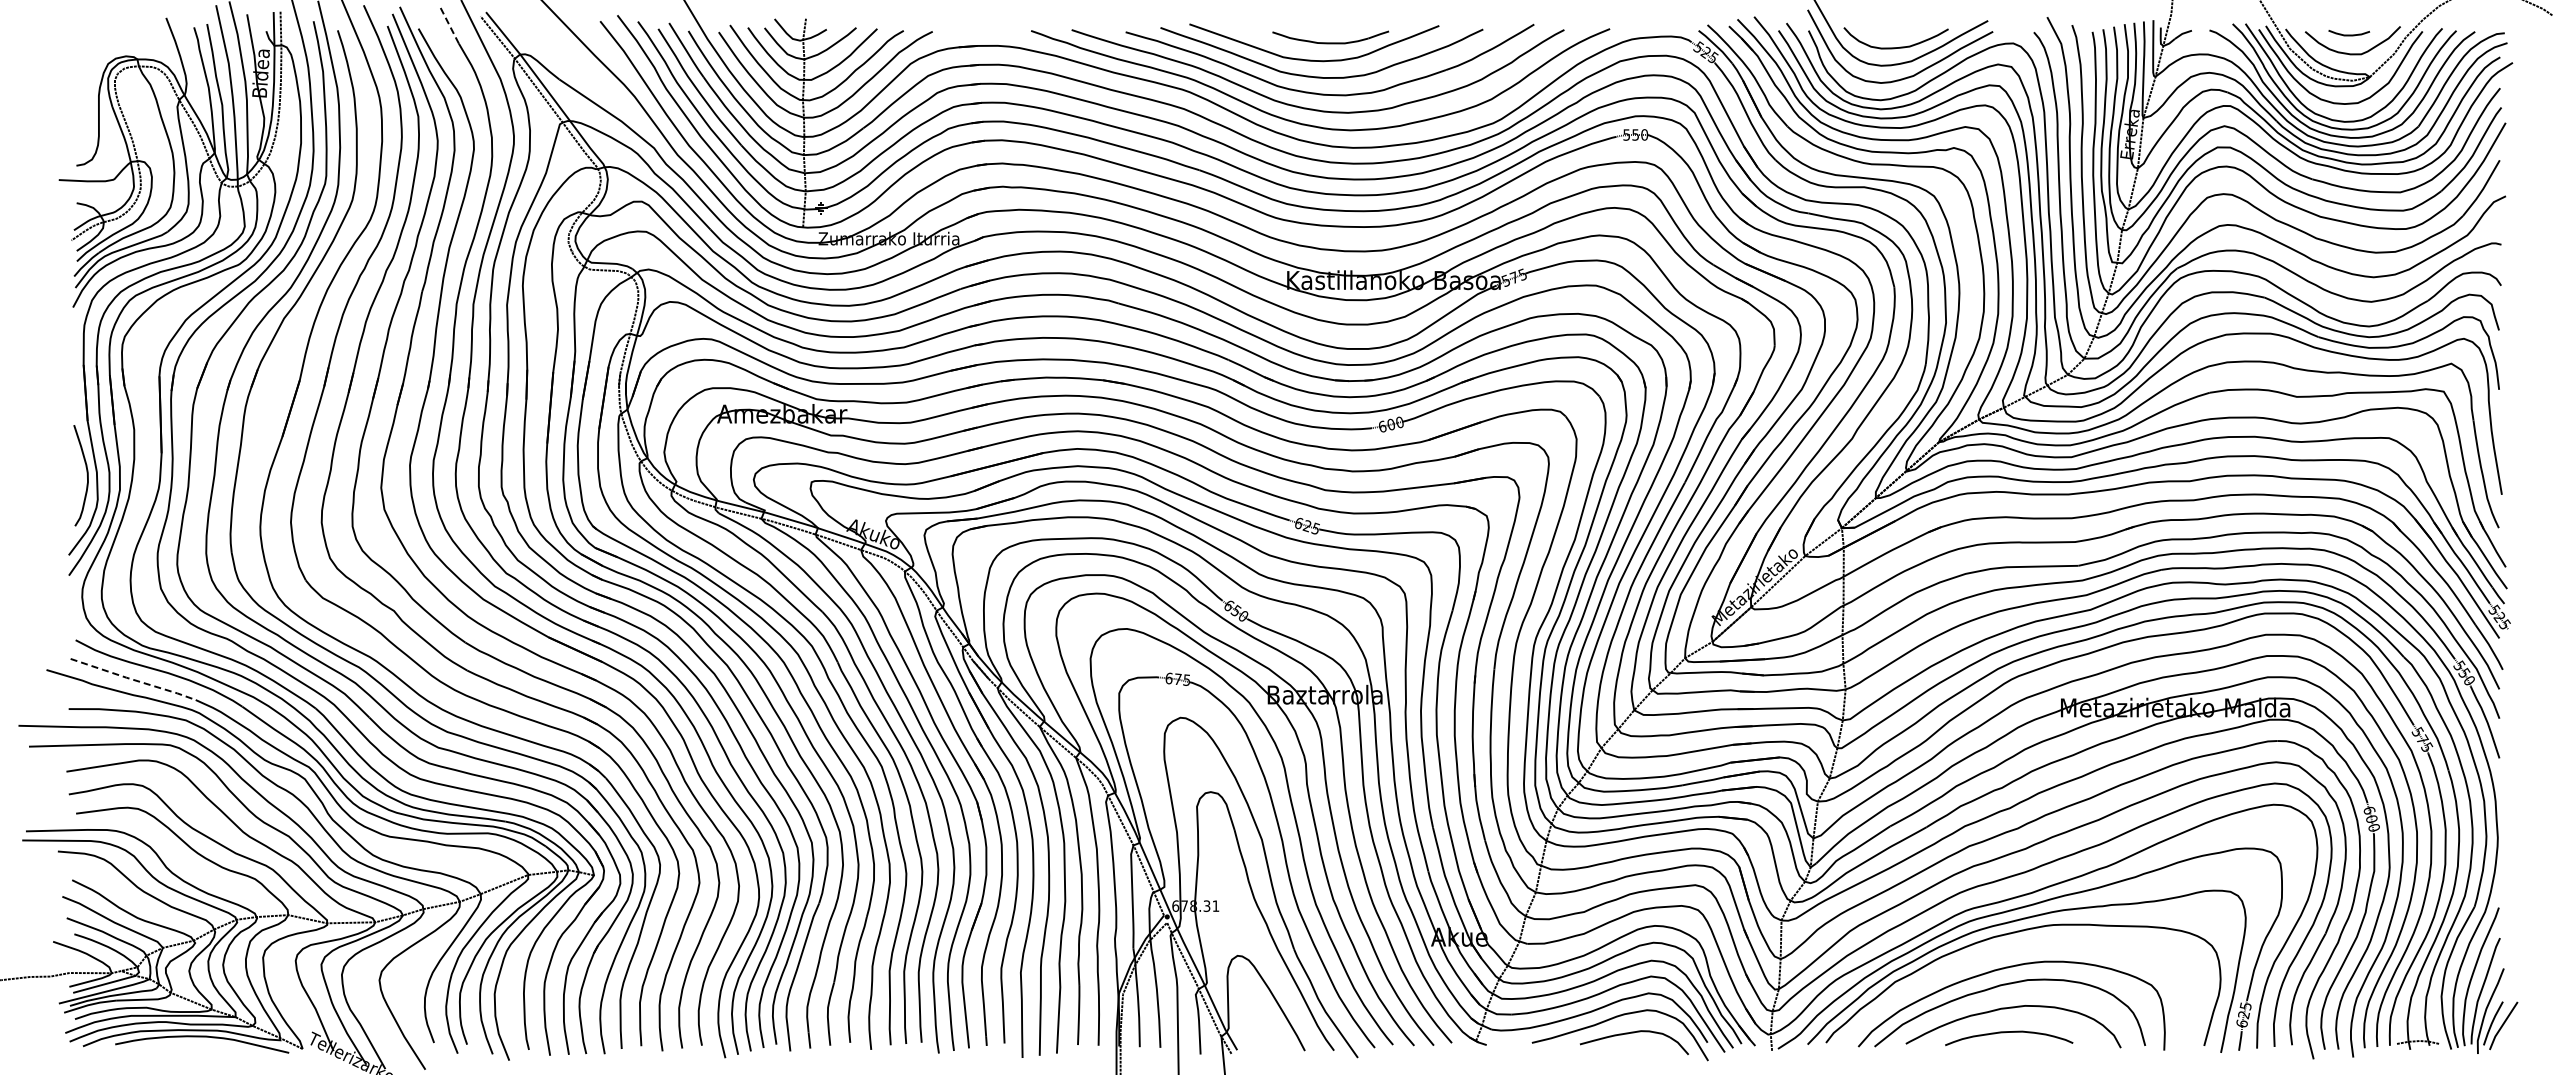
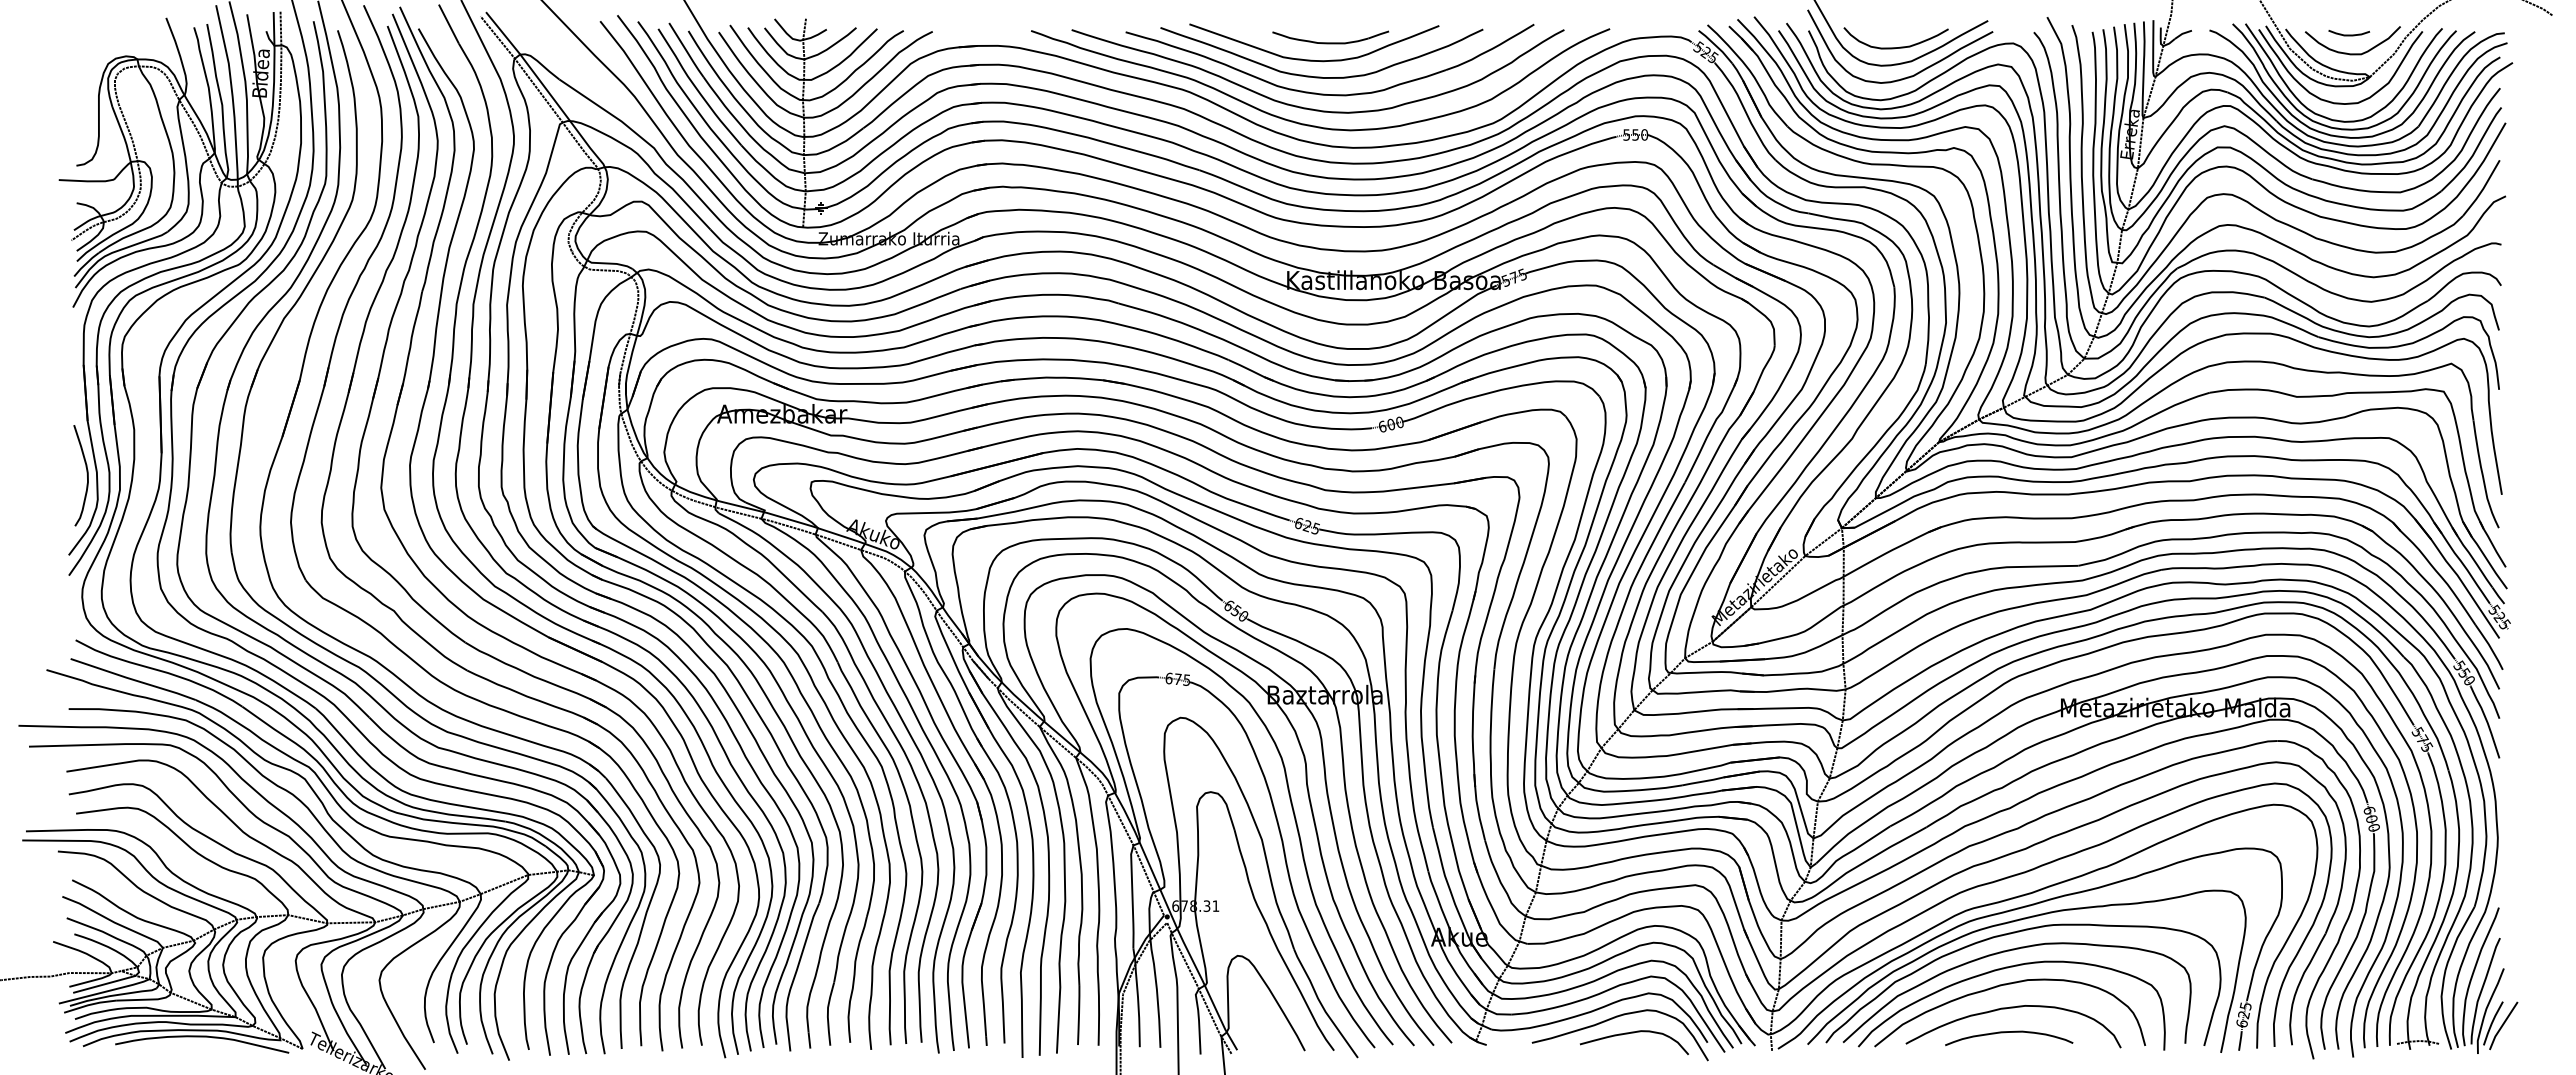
line at (448, 24): dashed -> solid
line at (133, 680): dashed -> solid
curve at (2005, 952): none -> present
